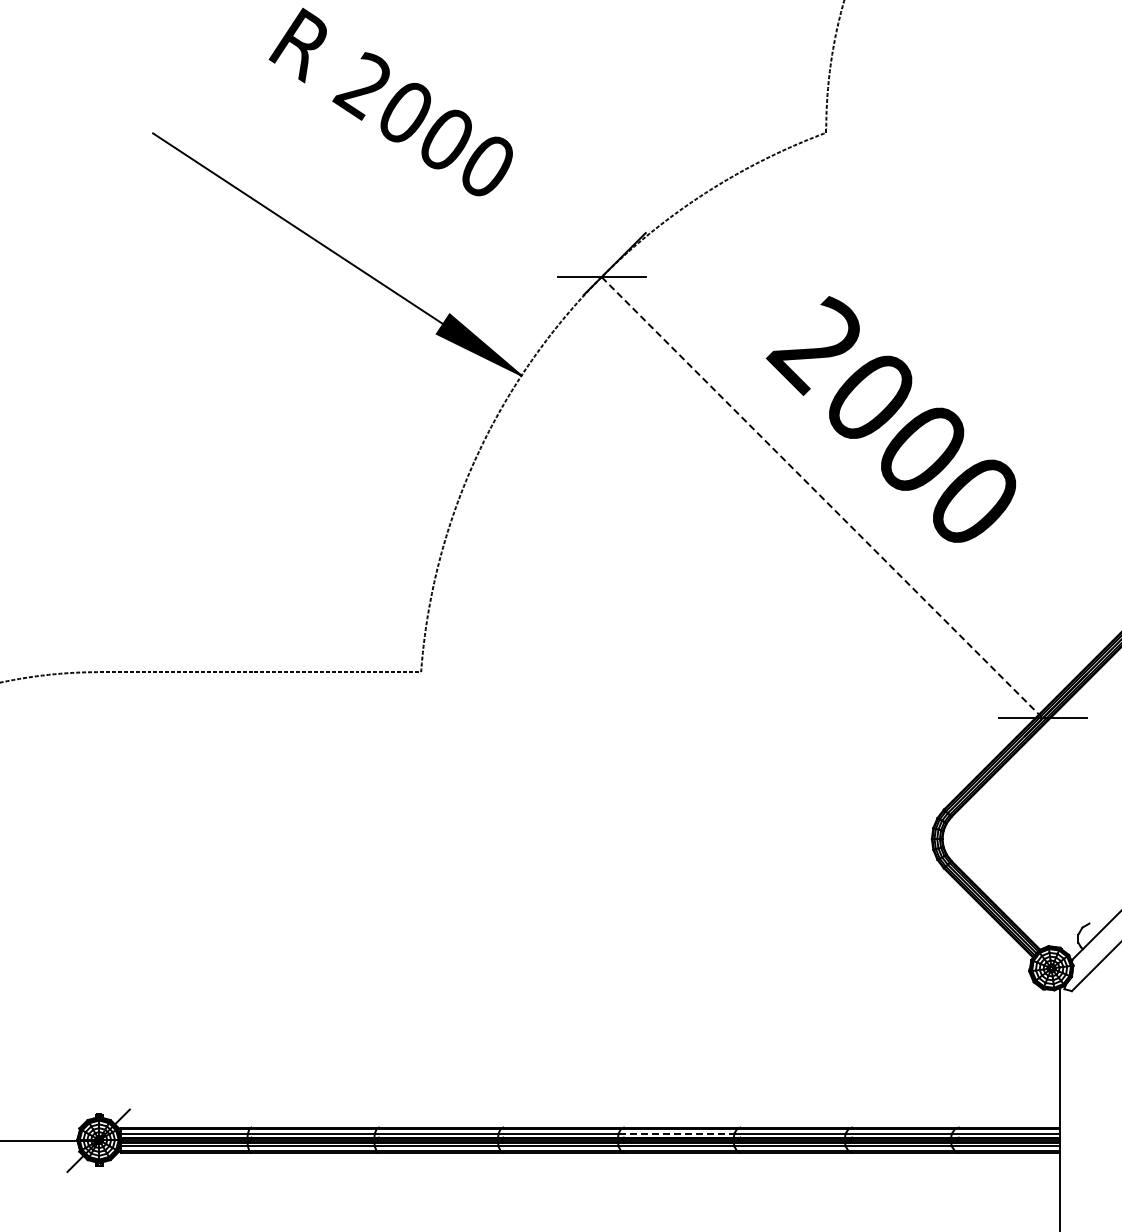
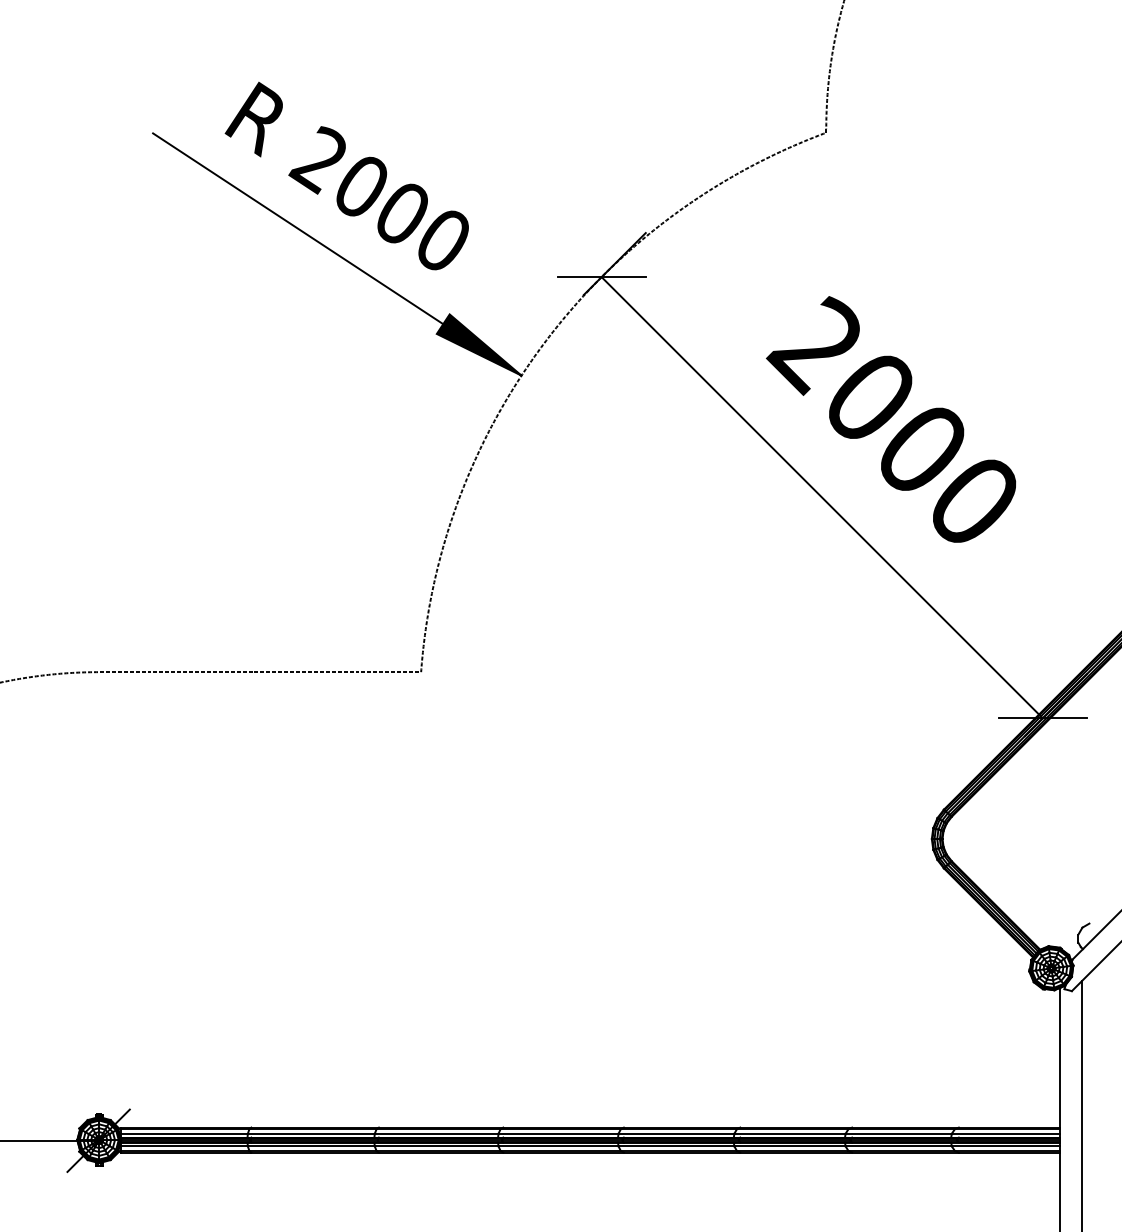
text at (390, 101) position: (390, 101) -> (346, 175)
line at (822, 497): dashed -> solid
line at (1081, 1104): none -> present
line at (676, 1133): dashed -> solid
